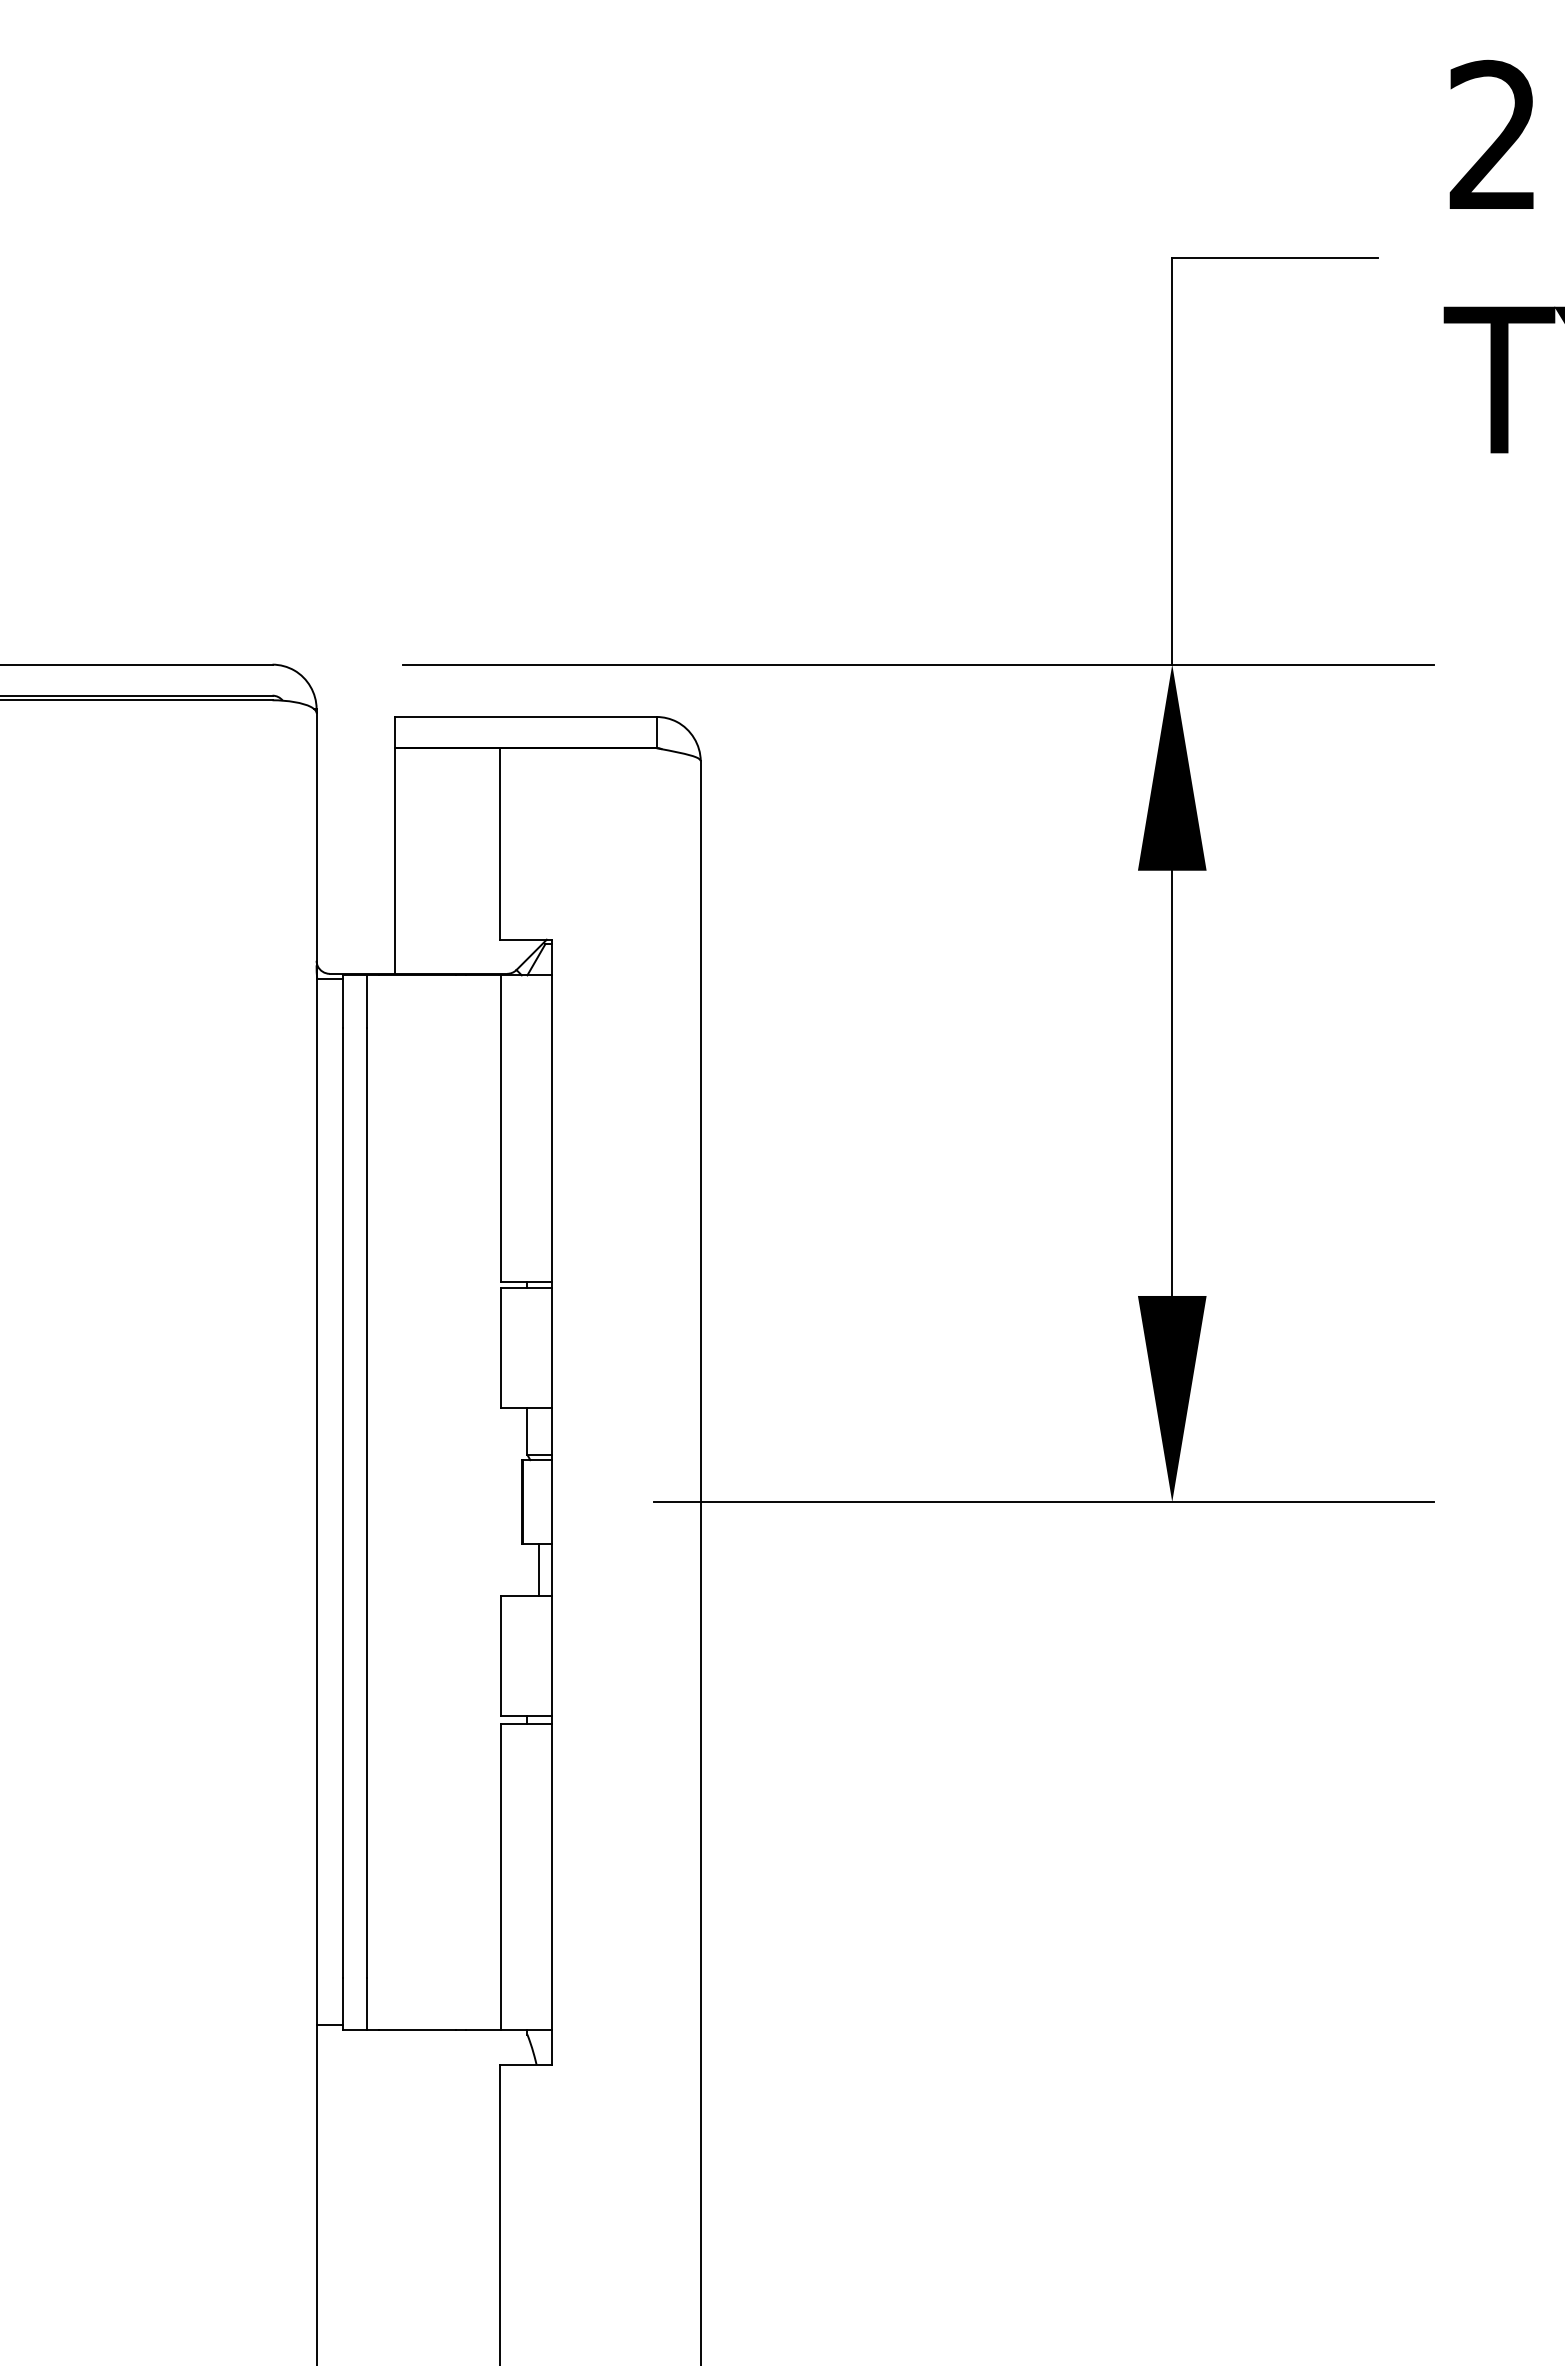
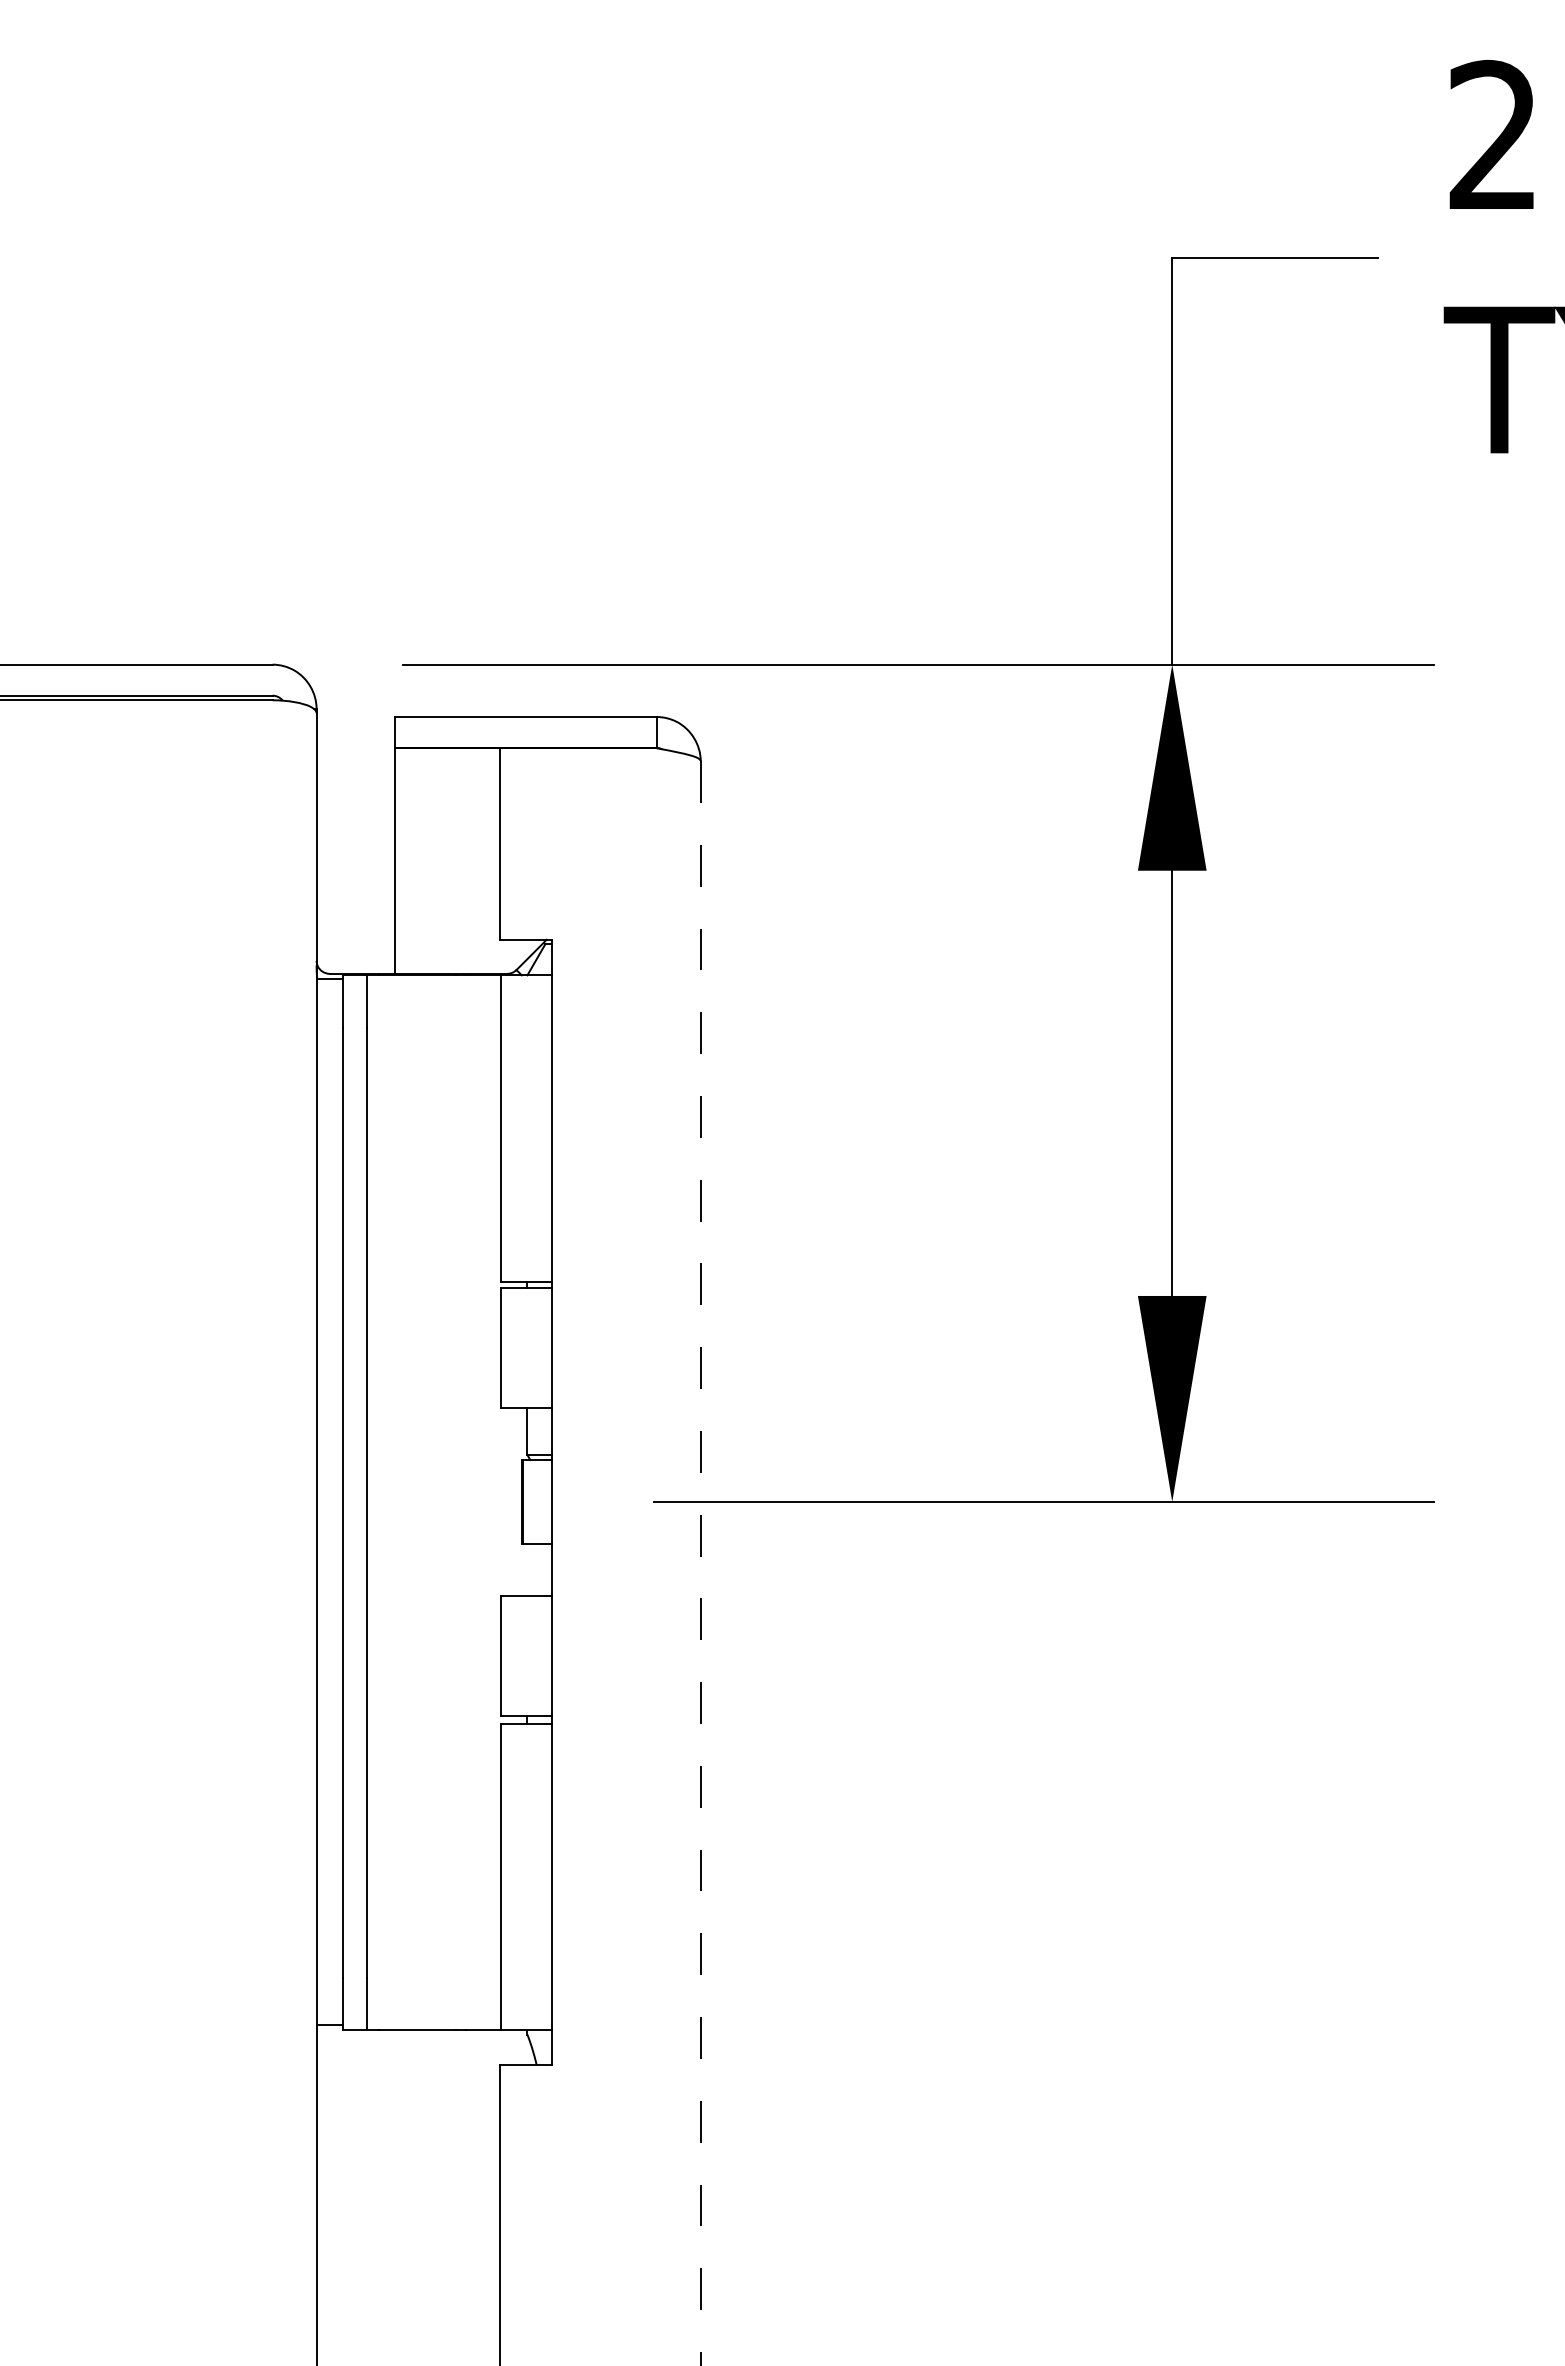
line at (700, 1564): solid -> dashed
line at (538, 1569): present -> none
